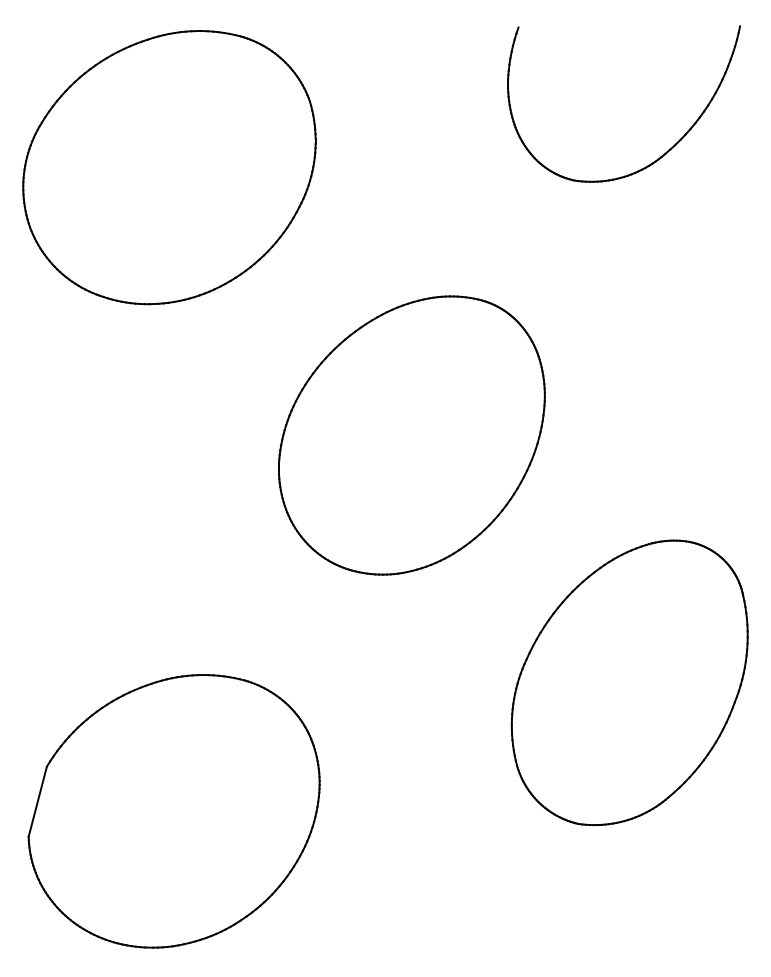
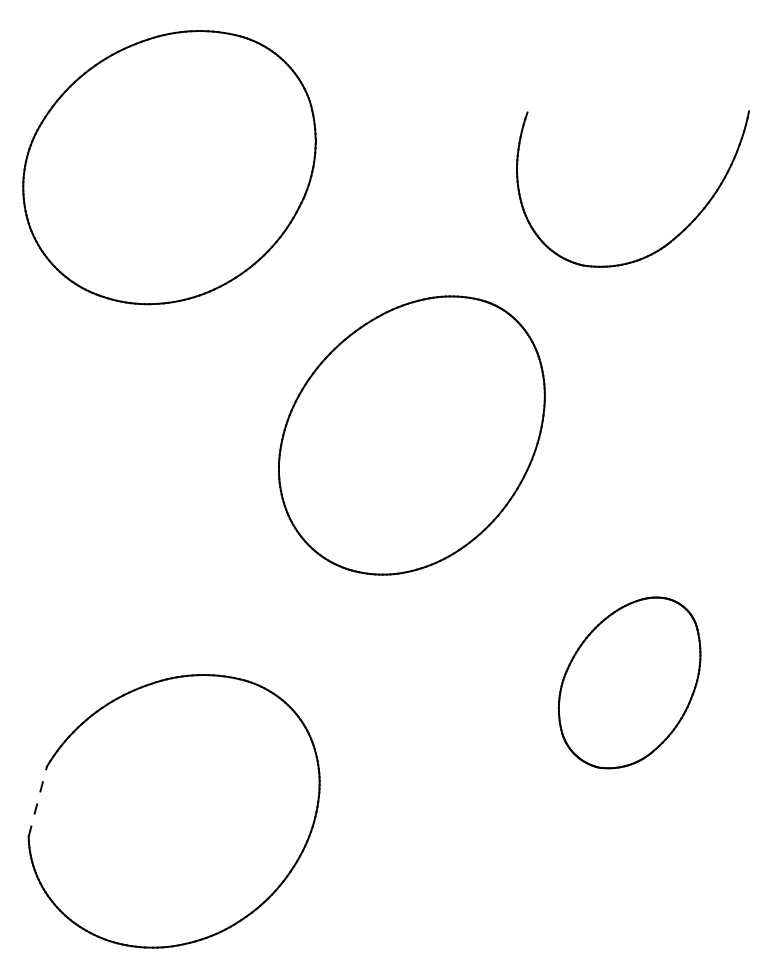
part at (669, 148) position: (669, 148) -> (678, 233)
part at (629, 682) size: 239x288 px -> 145x174 px
line at (37, 801): solid -> dashed
